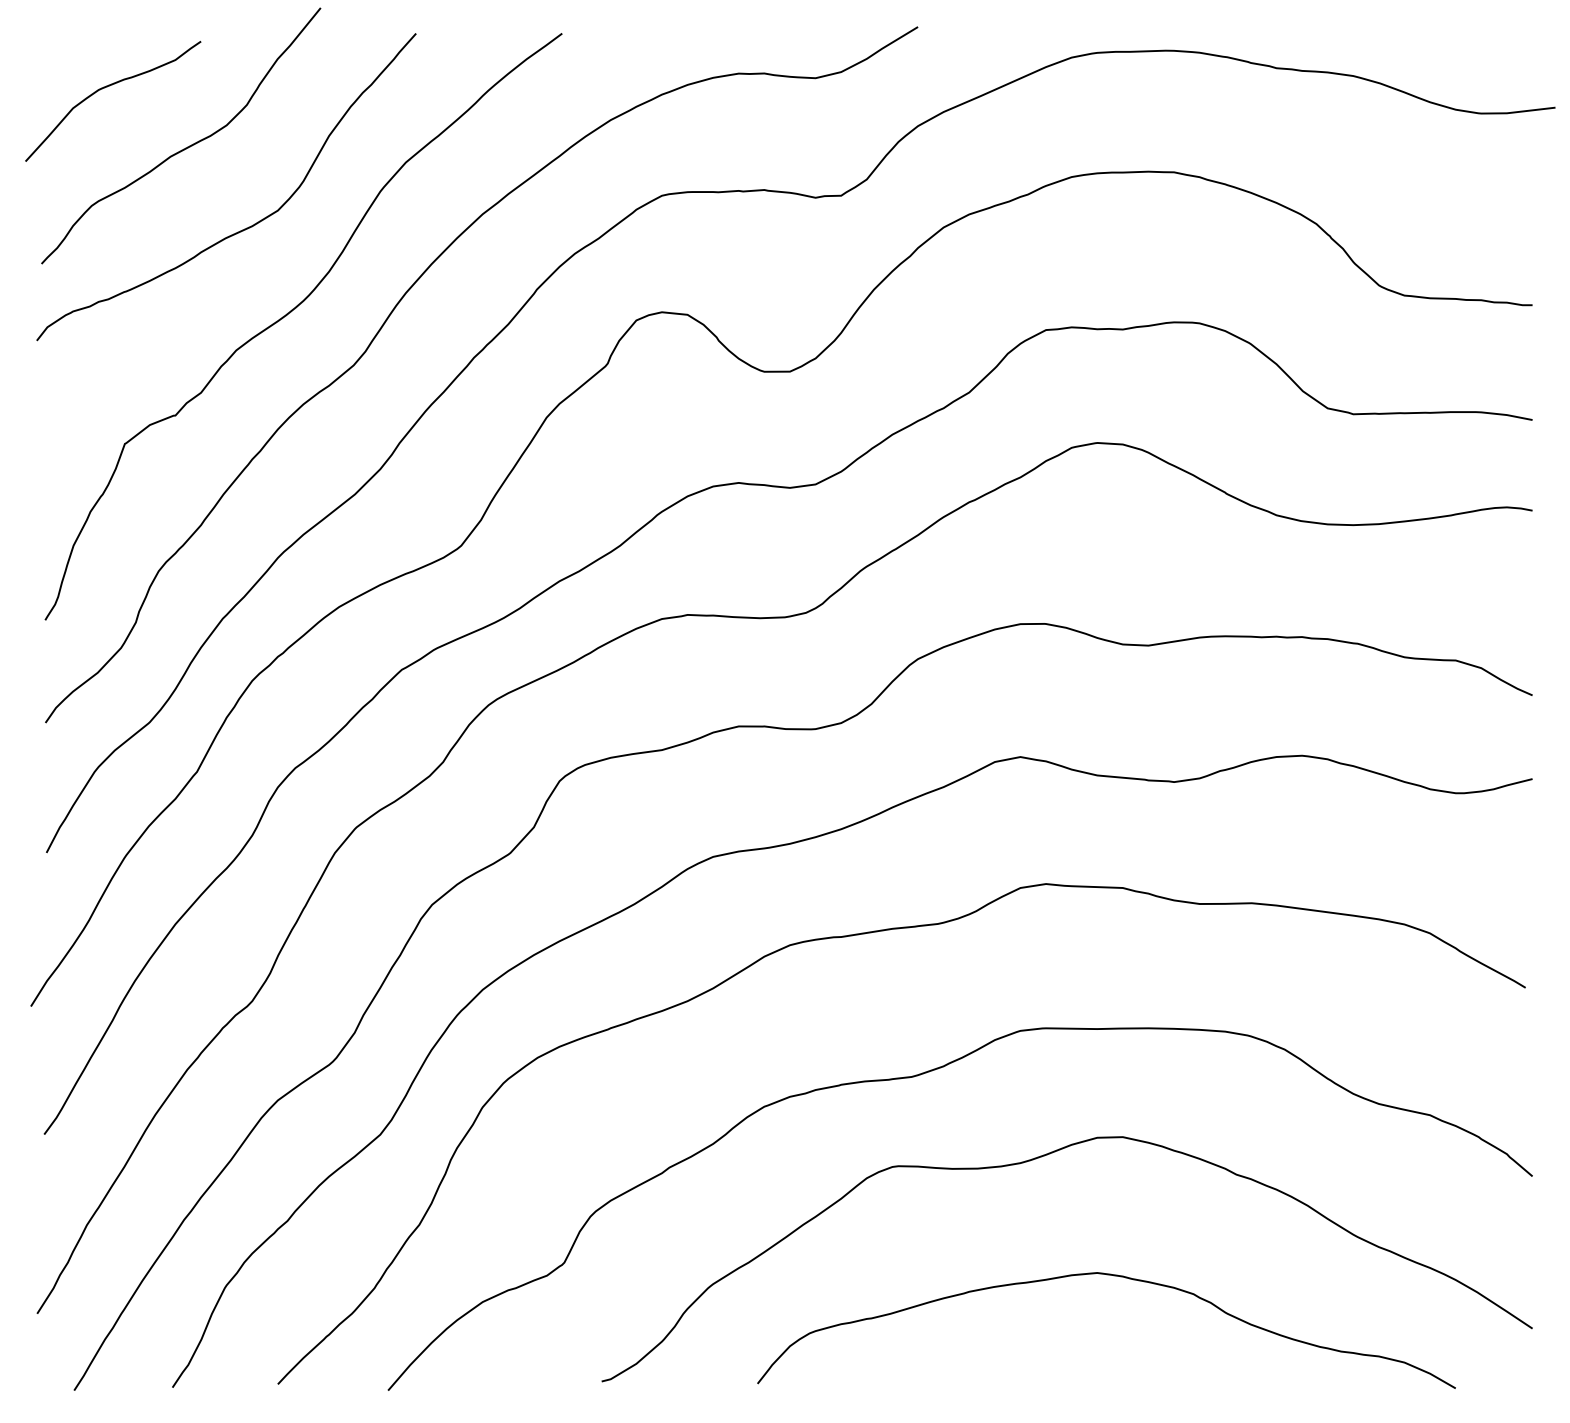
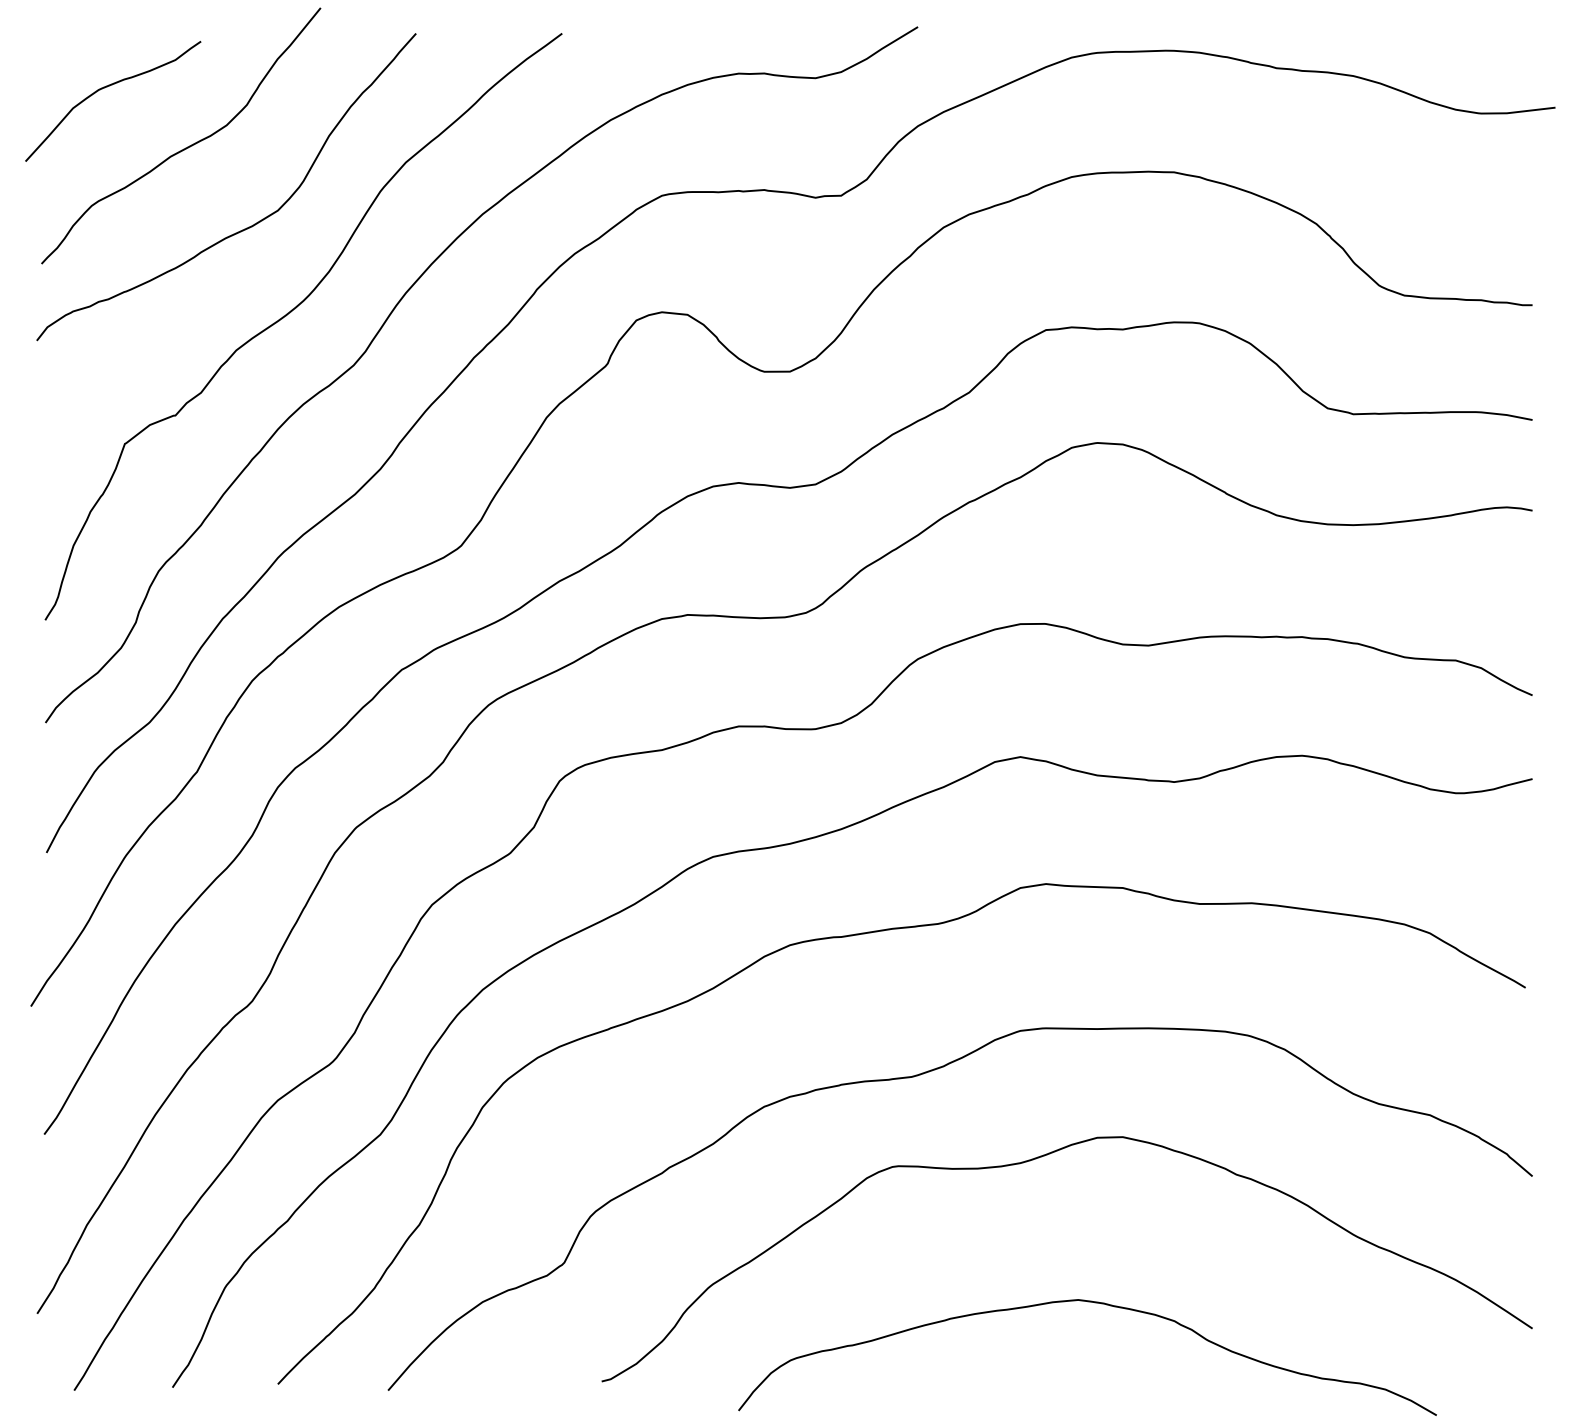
curve at (1113, 1276) position: (1113, 1276) -> (1094, 1303)
